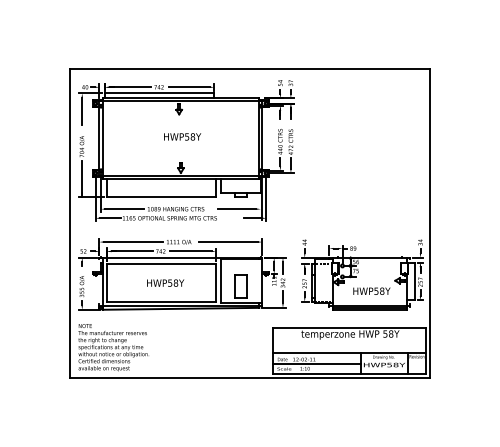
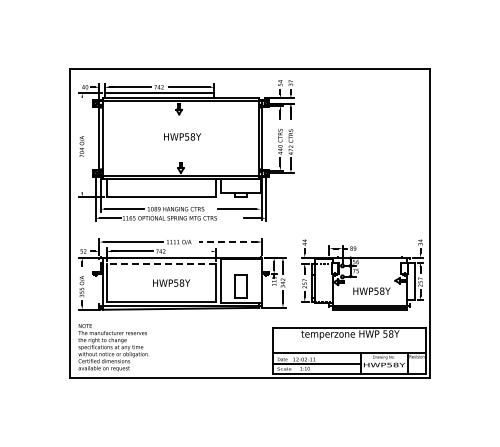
line at (82, 111): present -> none
line at (82, 178): present -> none
line at (228, 242): solid -> dashed
line at (190, 251): present -> none
line at (161, 264): solid -> dashed
text at (165, 282) position: (165, 282) -> (171, 282)
